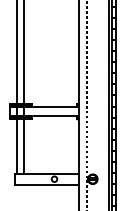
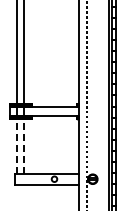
line at (17, 145): solid -> dashed
line at (24, 145): solid -> dashed
